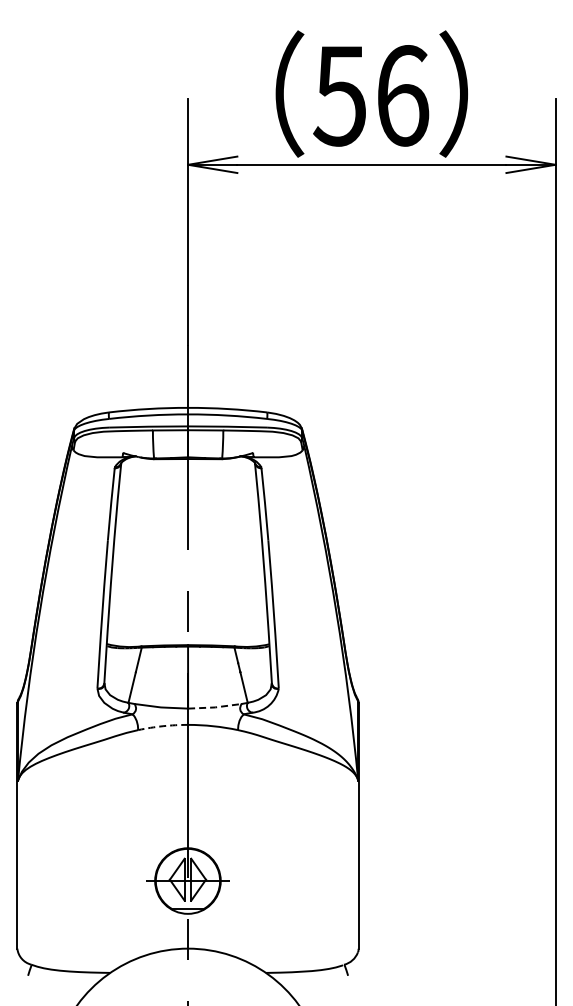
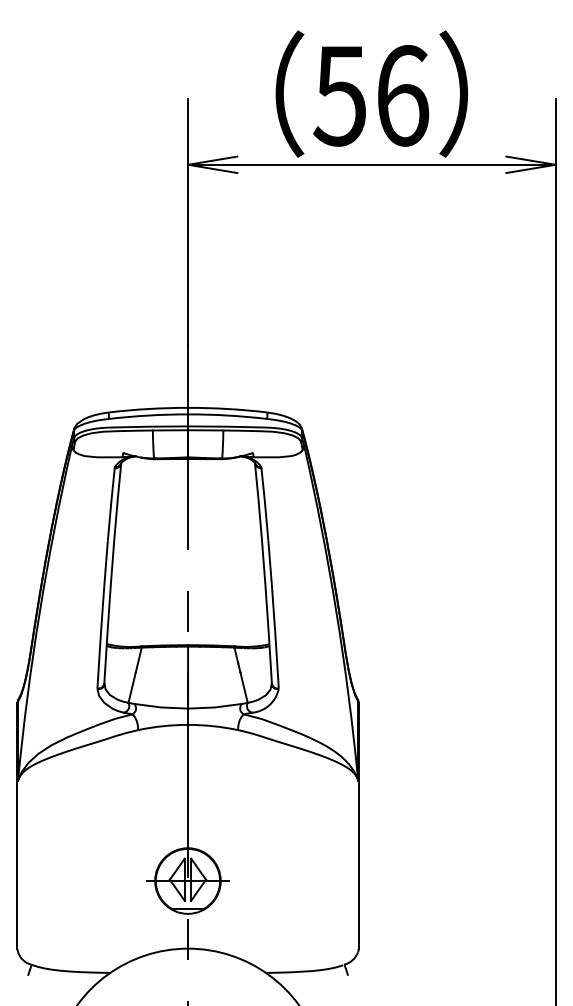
line at (215, 707): dashed -> solid
arc at (163, 726): dashed -> solid
